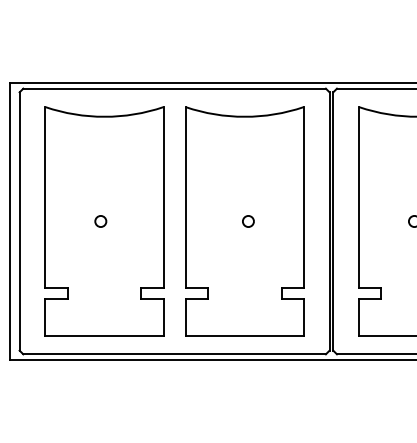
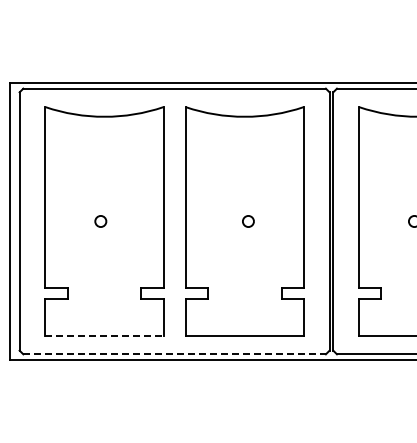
line at (105, 335): solid -> dashed
line at (175, 354): solid -> dashed
